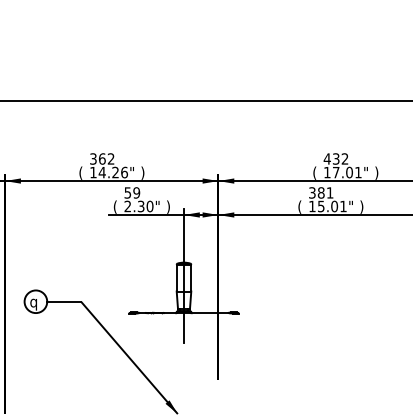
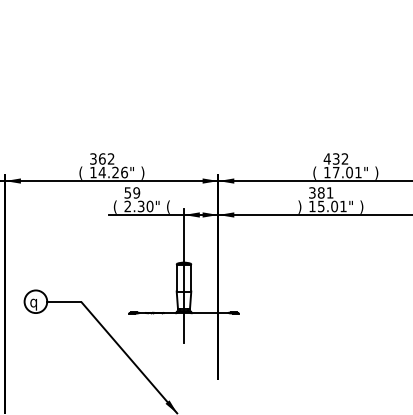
line at (205, 101): present -> none
text at (168, 206): ) -> (
text at (299, 206): ( -> )
